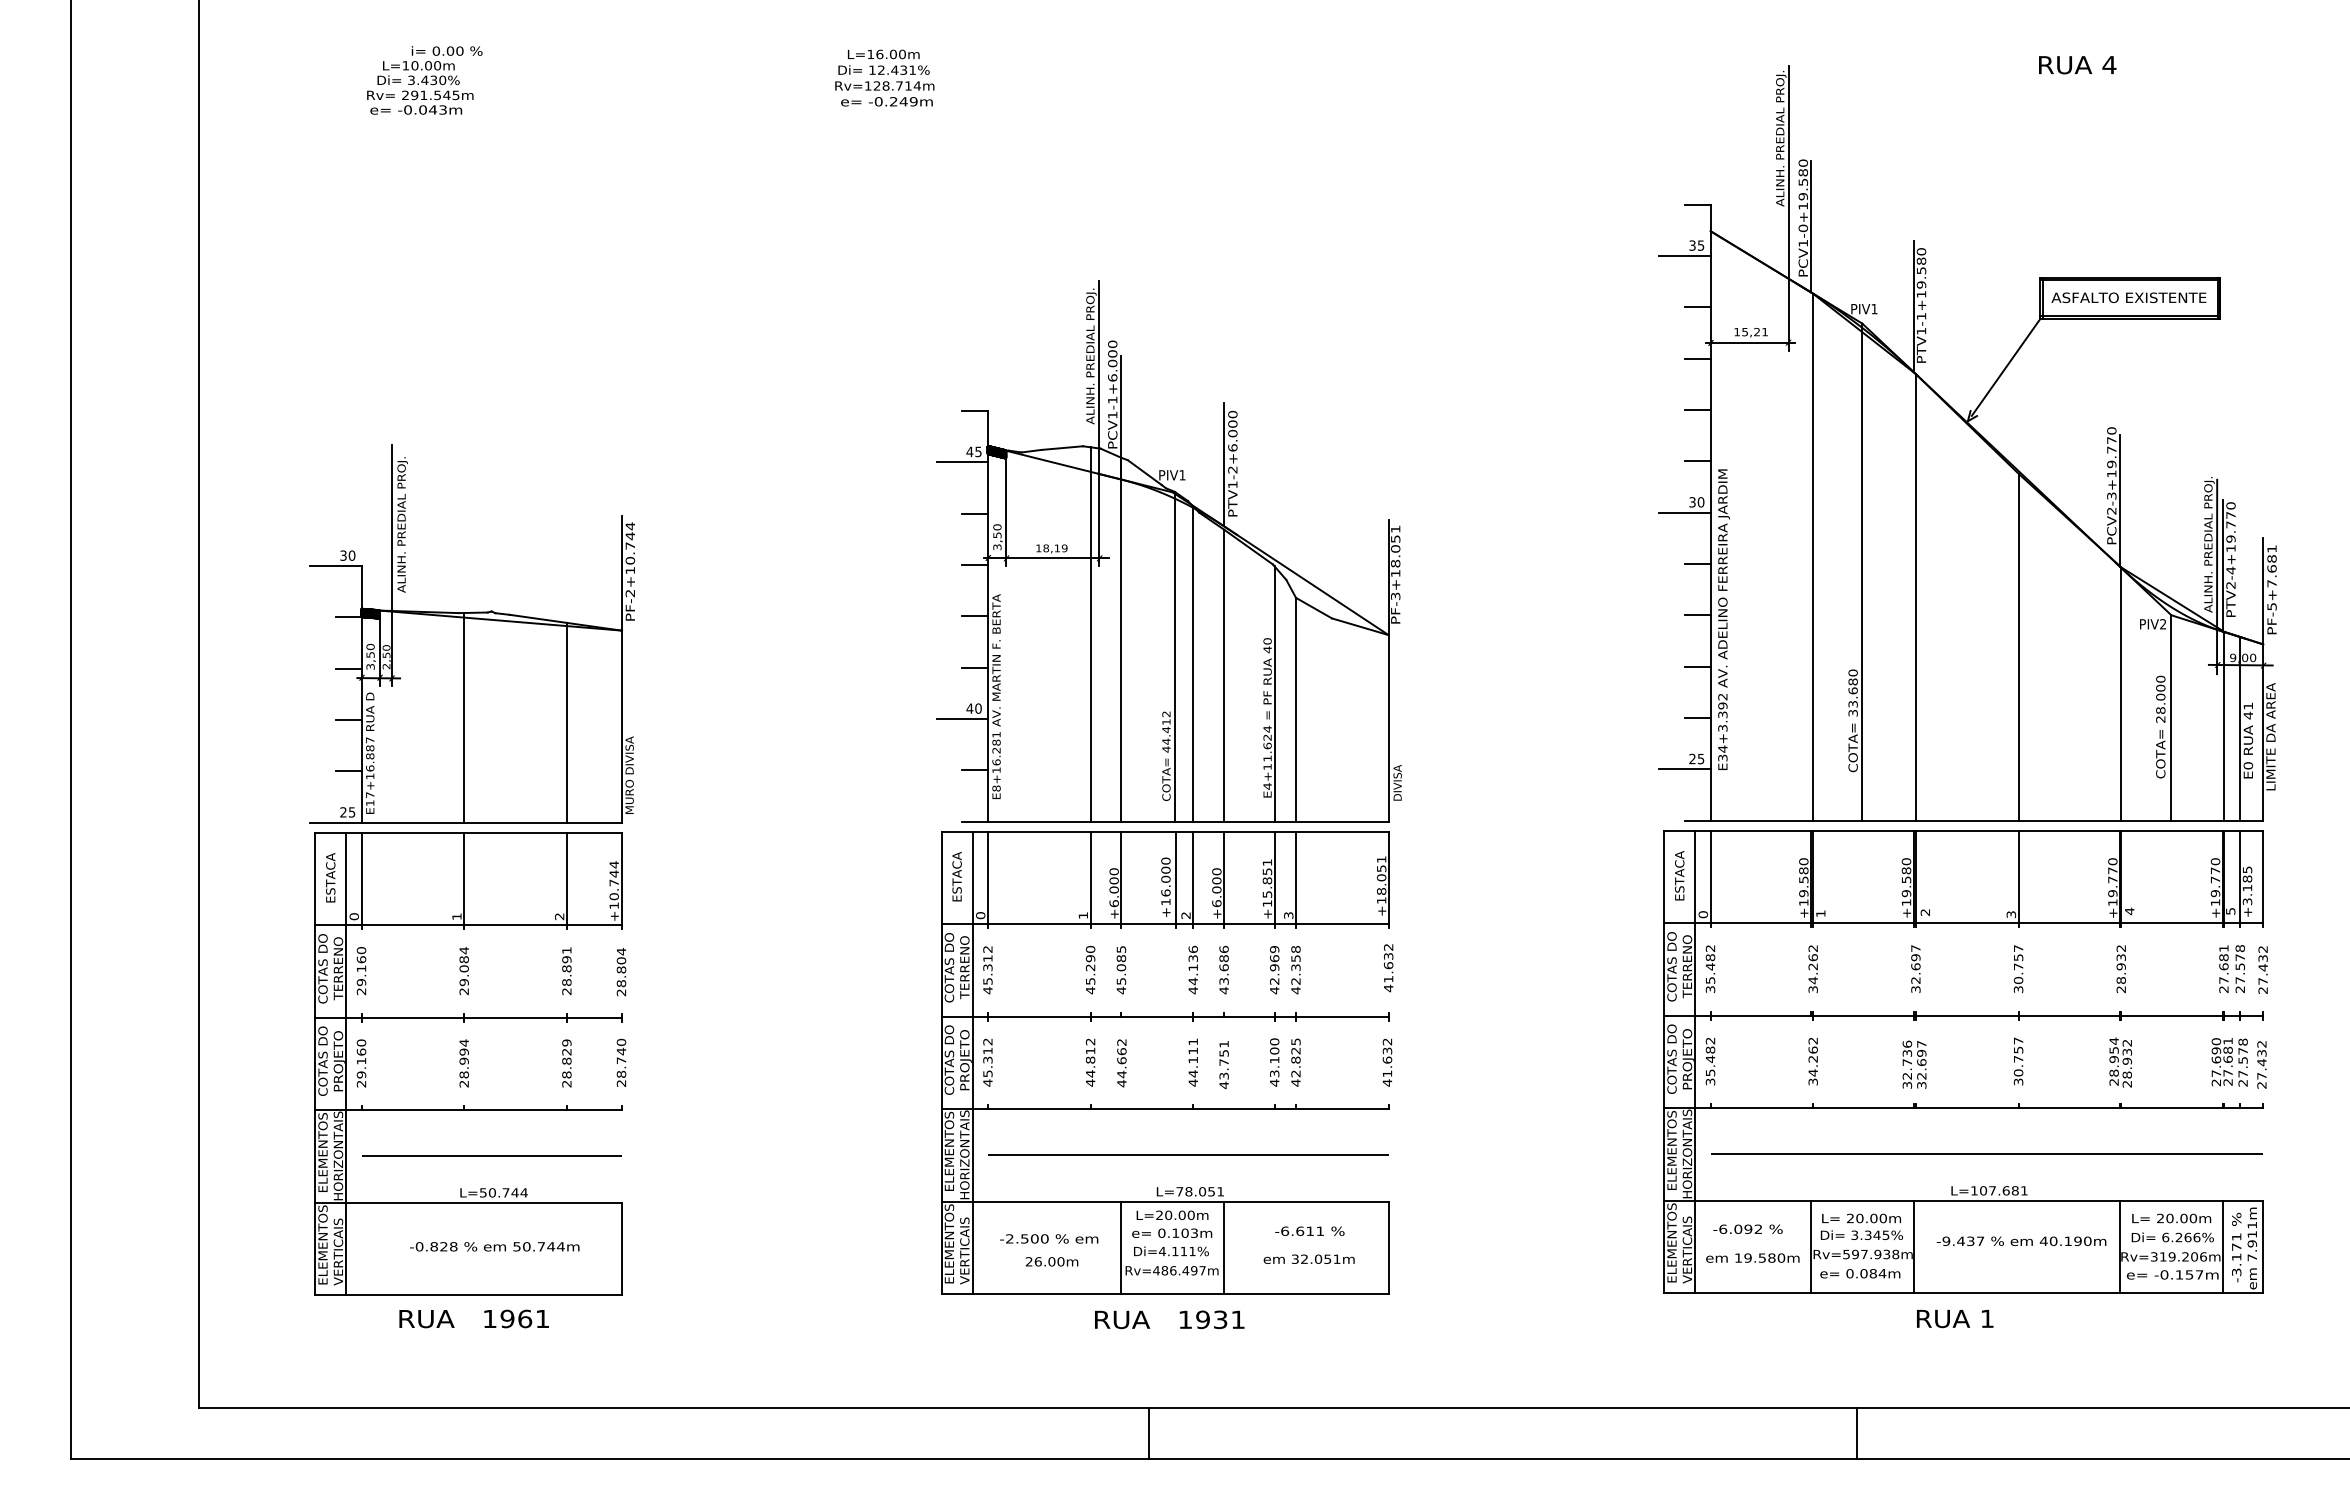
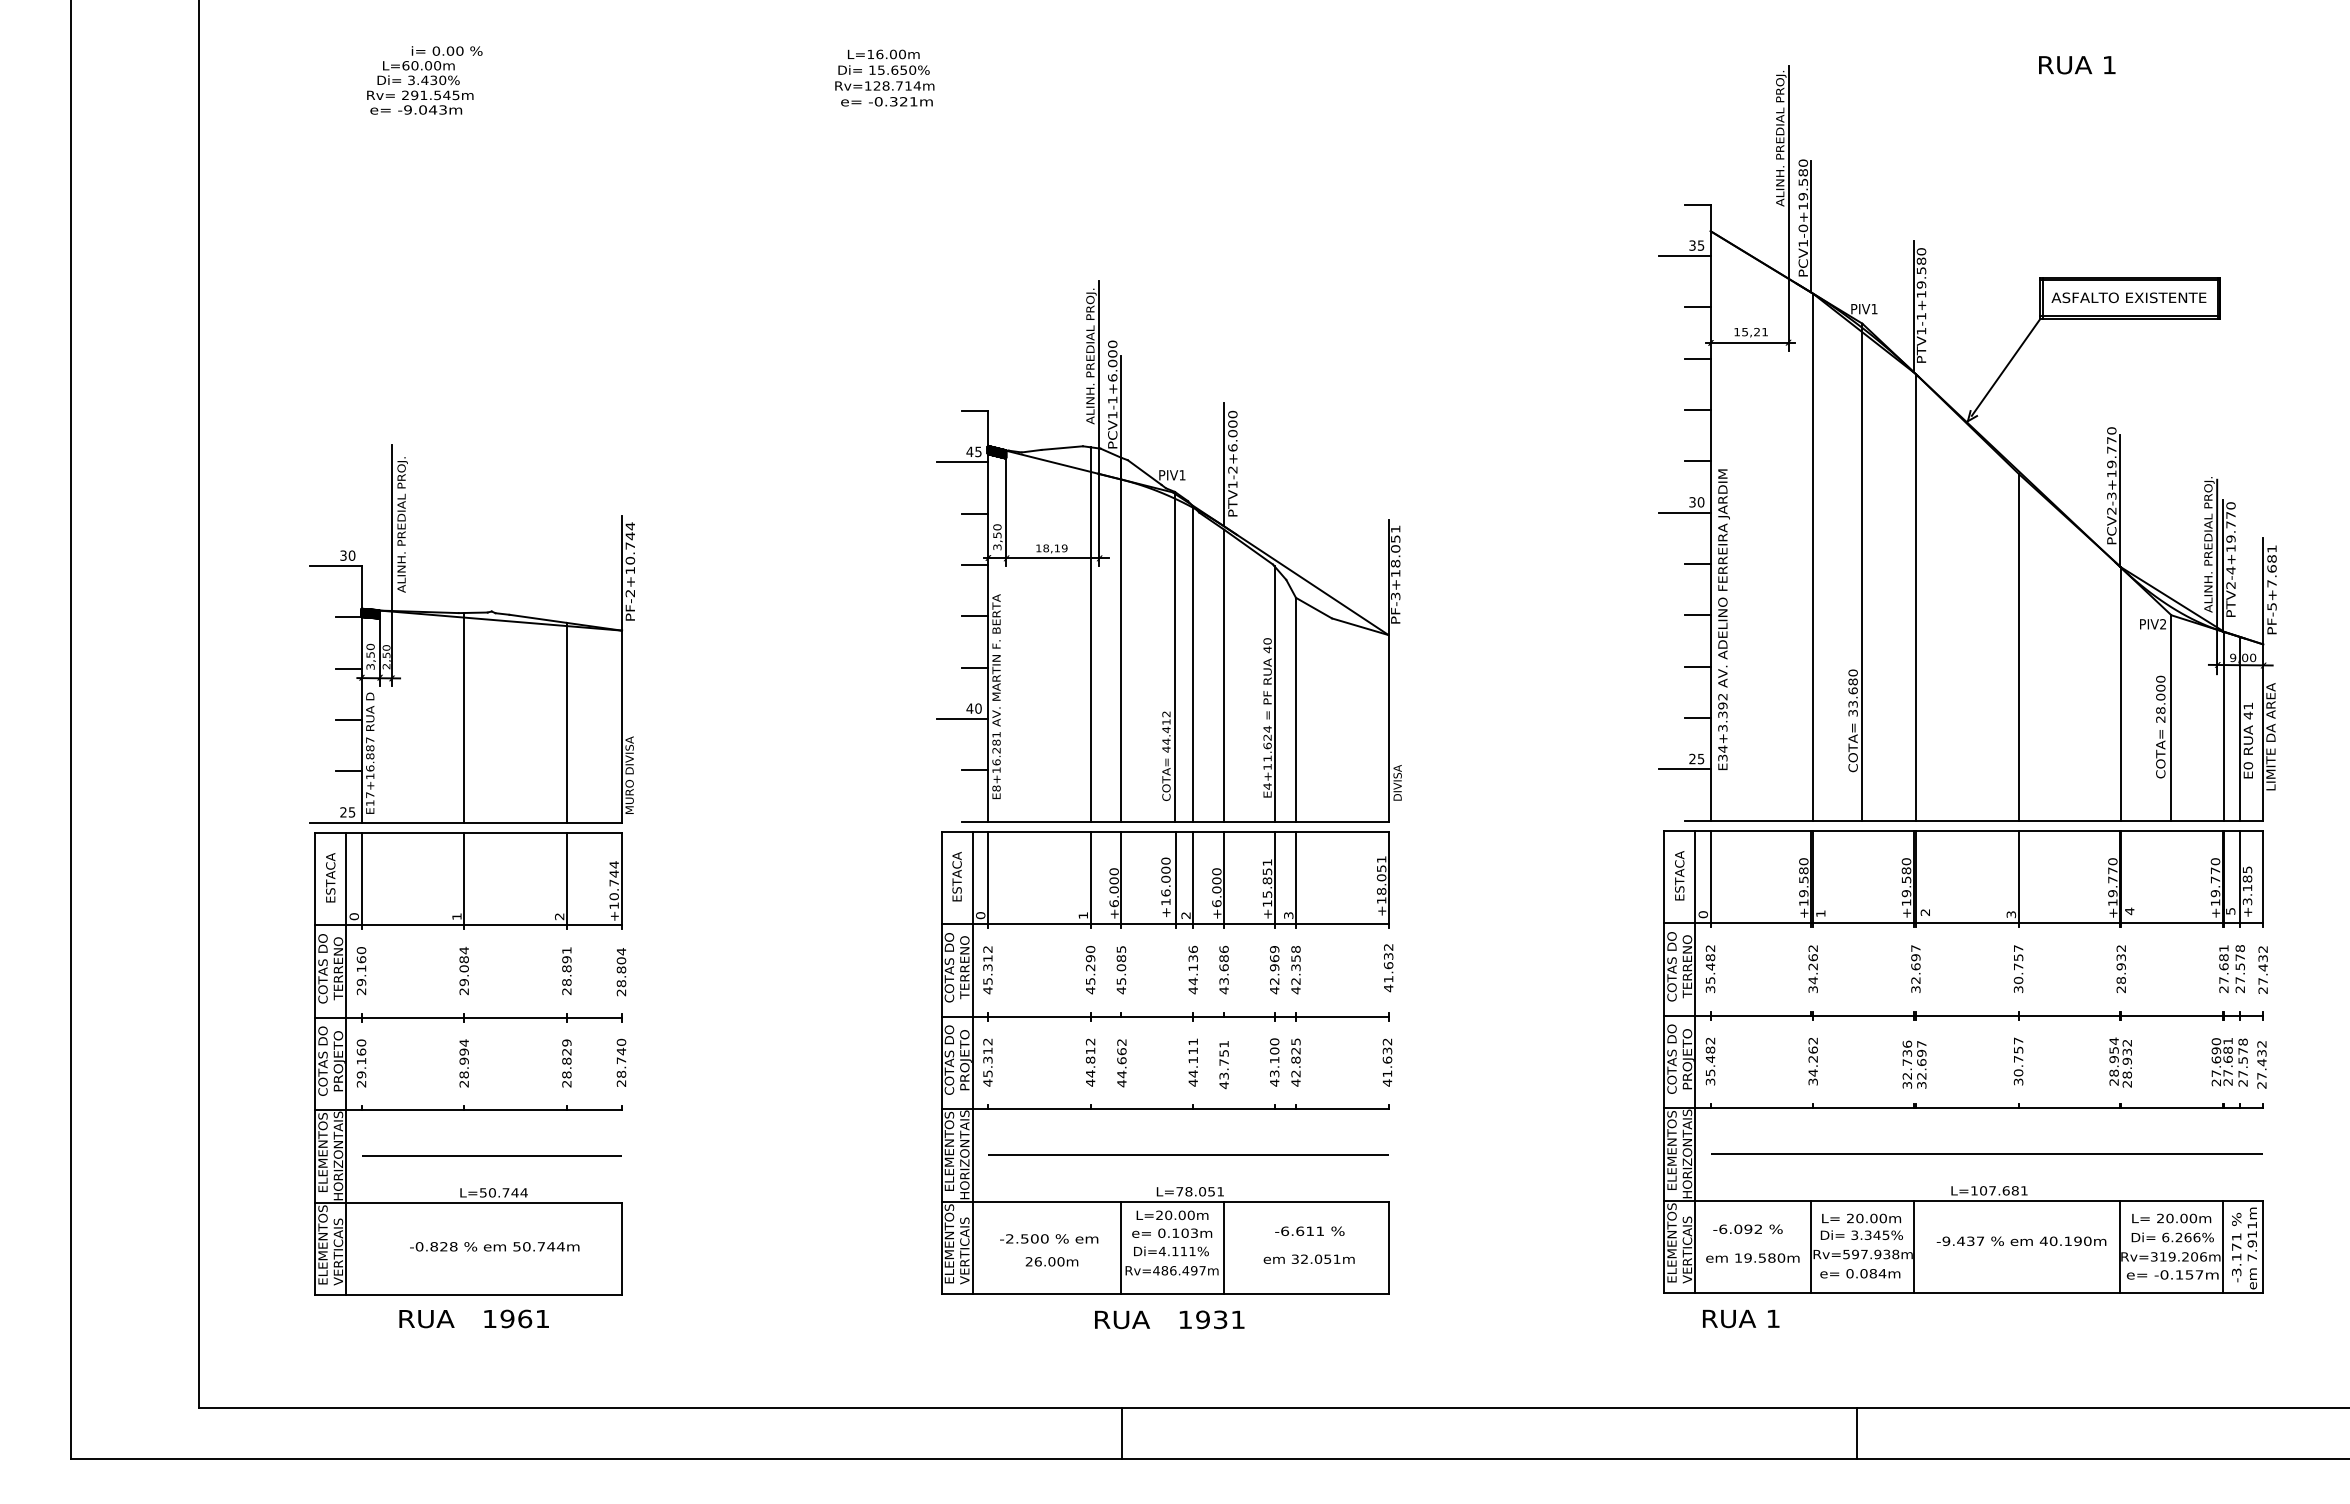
text at (405, 65): L=10.00m -> L=60.00m
text at (2109, 65): 4 -> 1
text at (897, 69): 12.431% -> 15.650%
text at (903, 101): -0.249m -> -0.321m
text at (407, 109): -0.043m -> -9.043m
text at (1955, 1318) position: (1955, 1318) -> (1741, 1318)
line at (1148, 1432) position: (1148, 1432) -> (1121, 1432)
